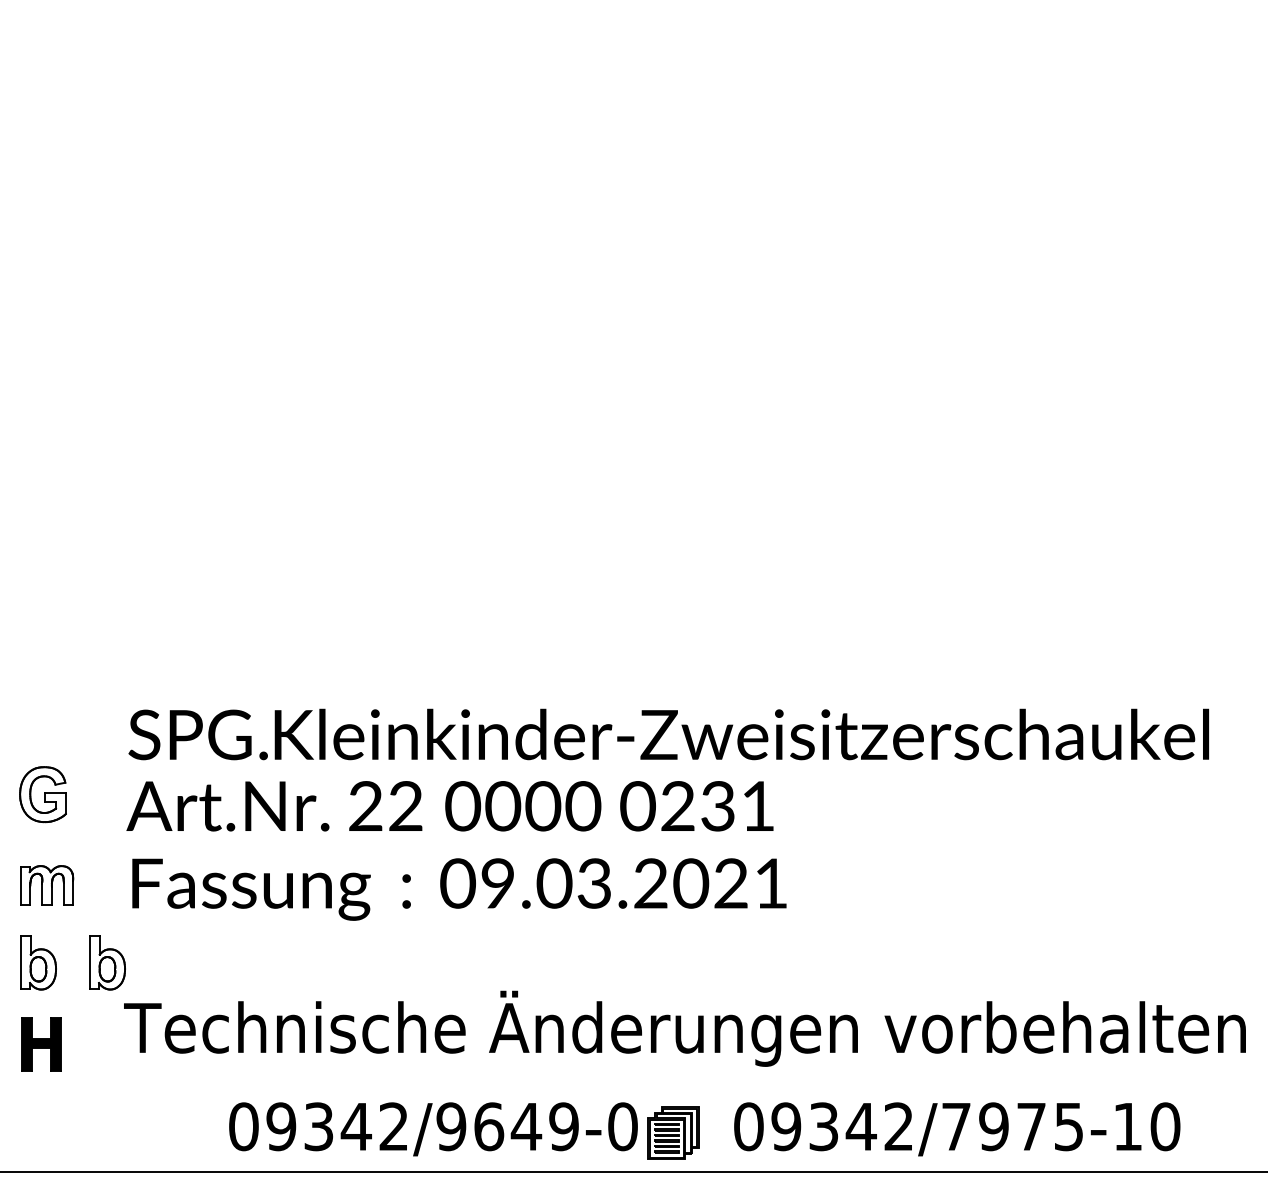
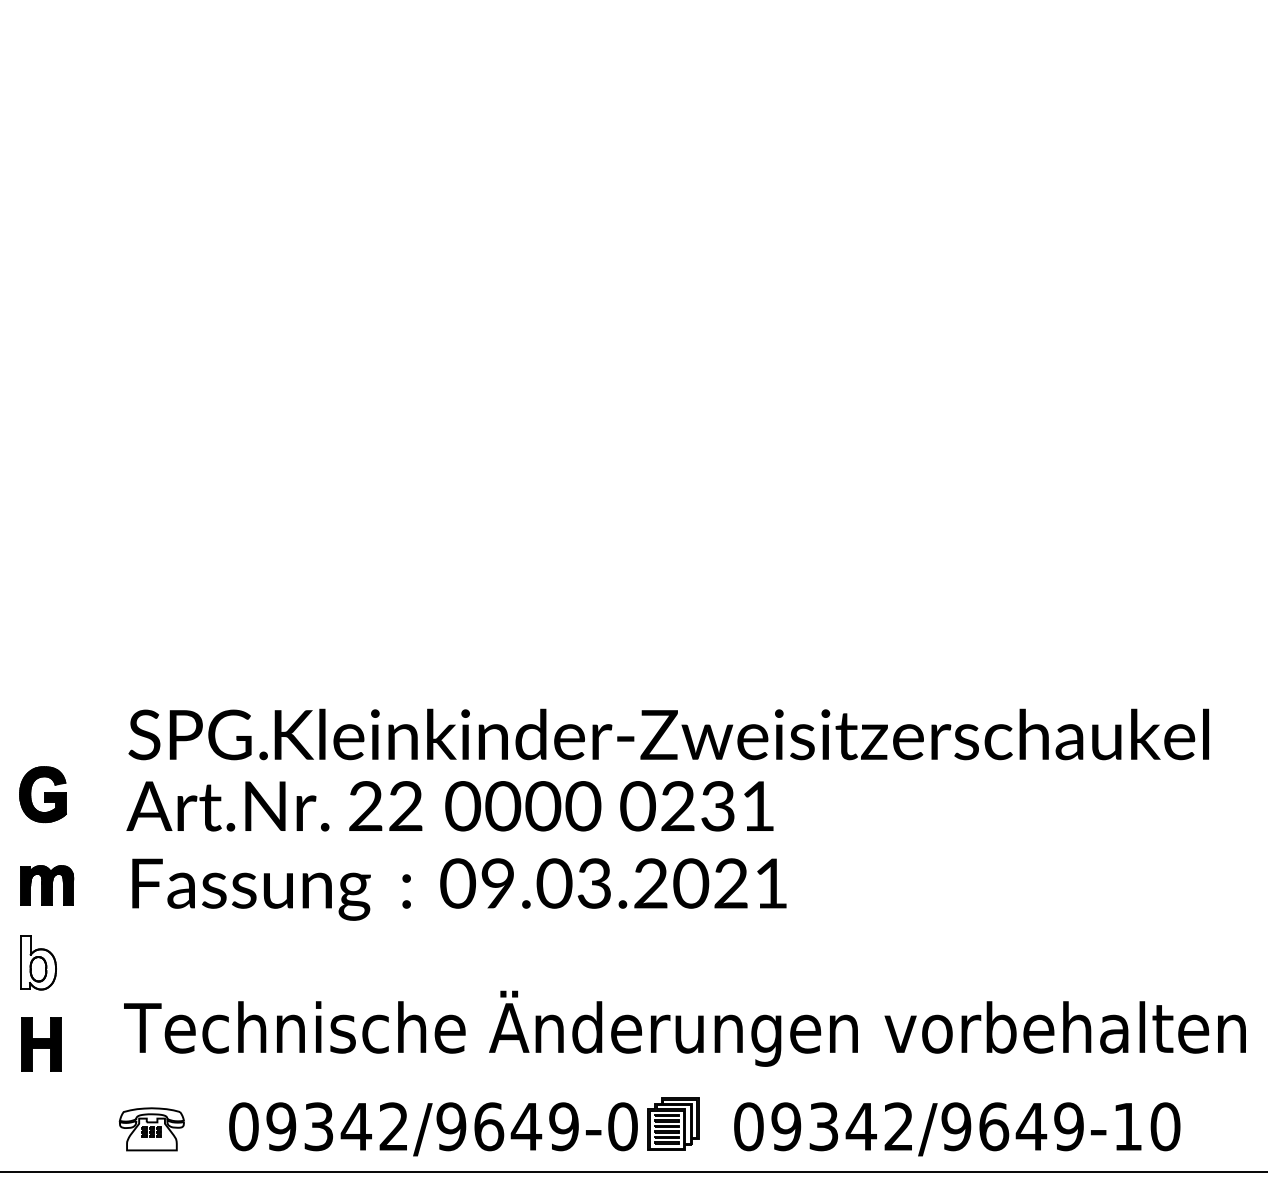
fill at (42, 794): none -> present
fill at (47, 885): none -> present
part at (107, 962): present -> none
text at (1012, 1126): 09342/7975-10 -> 09342/9649-10
part at (151, 1129): none -> present
part at (673, 1132) position: (673, 1132) -> (673, 1123)
